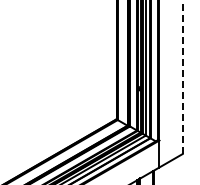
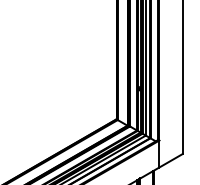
line at (182, 77): dashed -> solid
